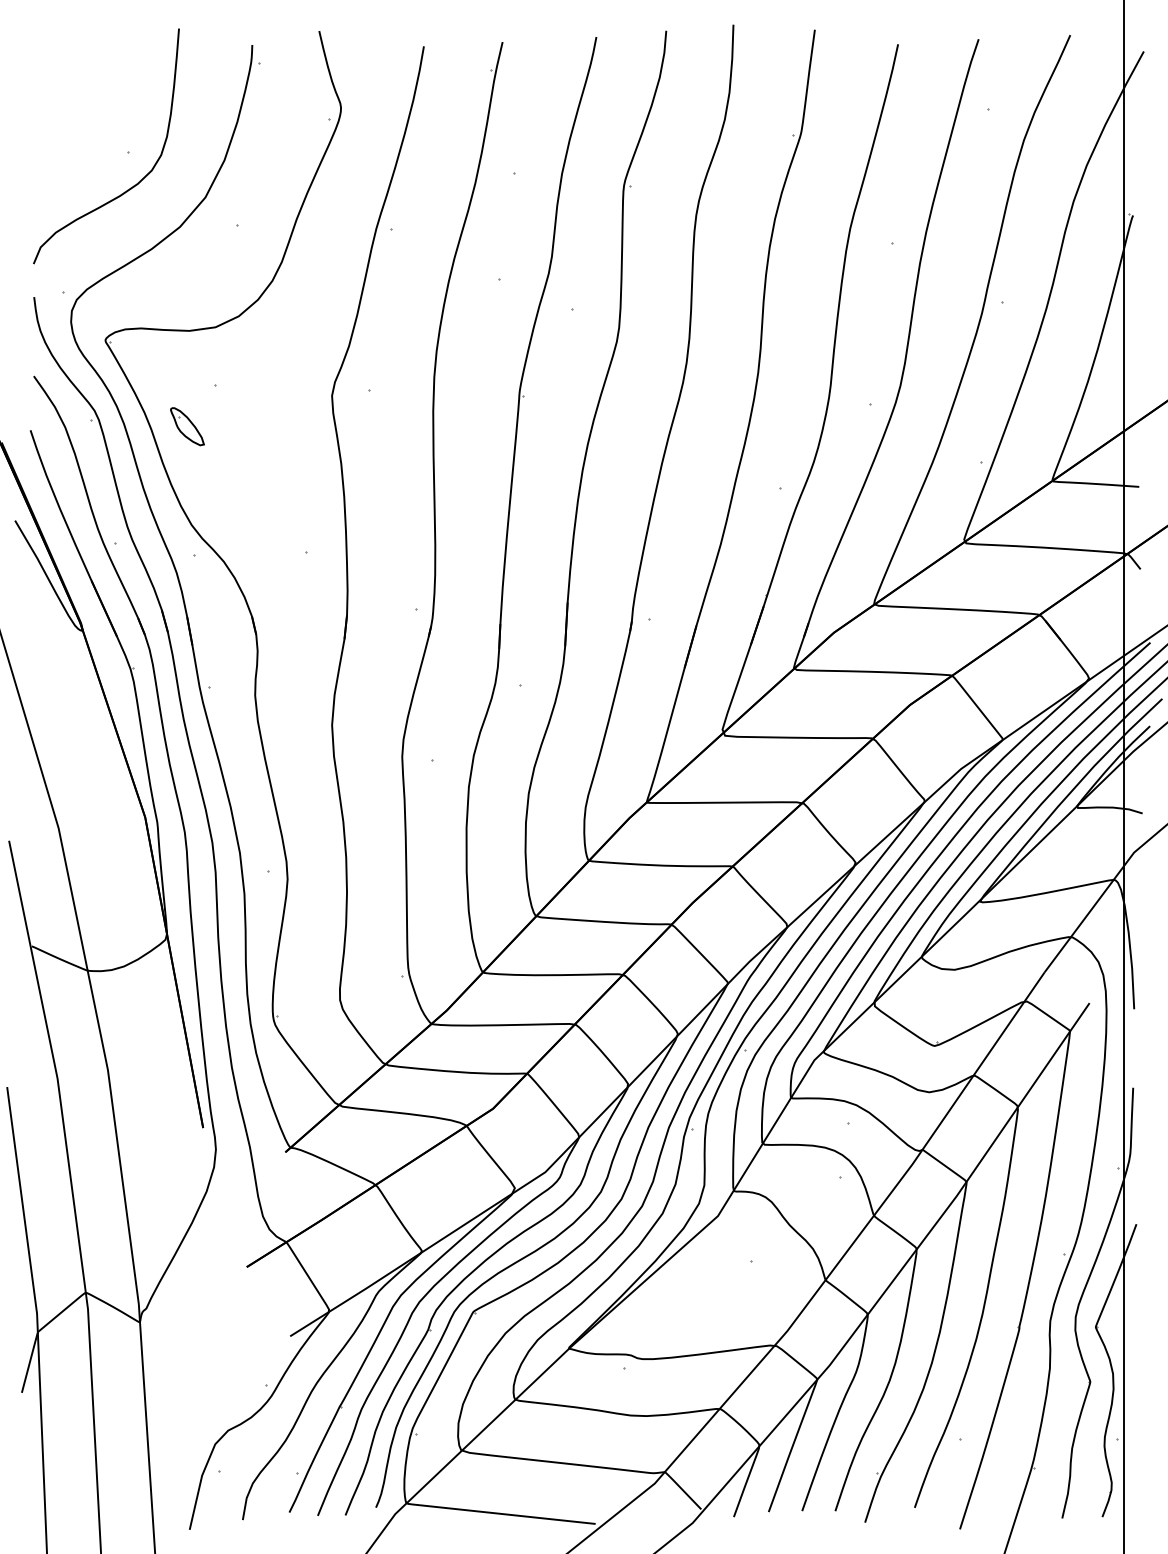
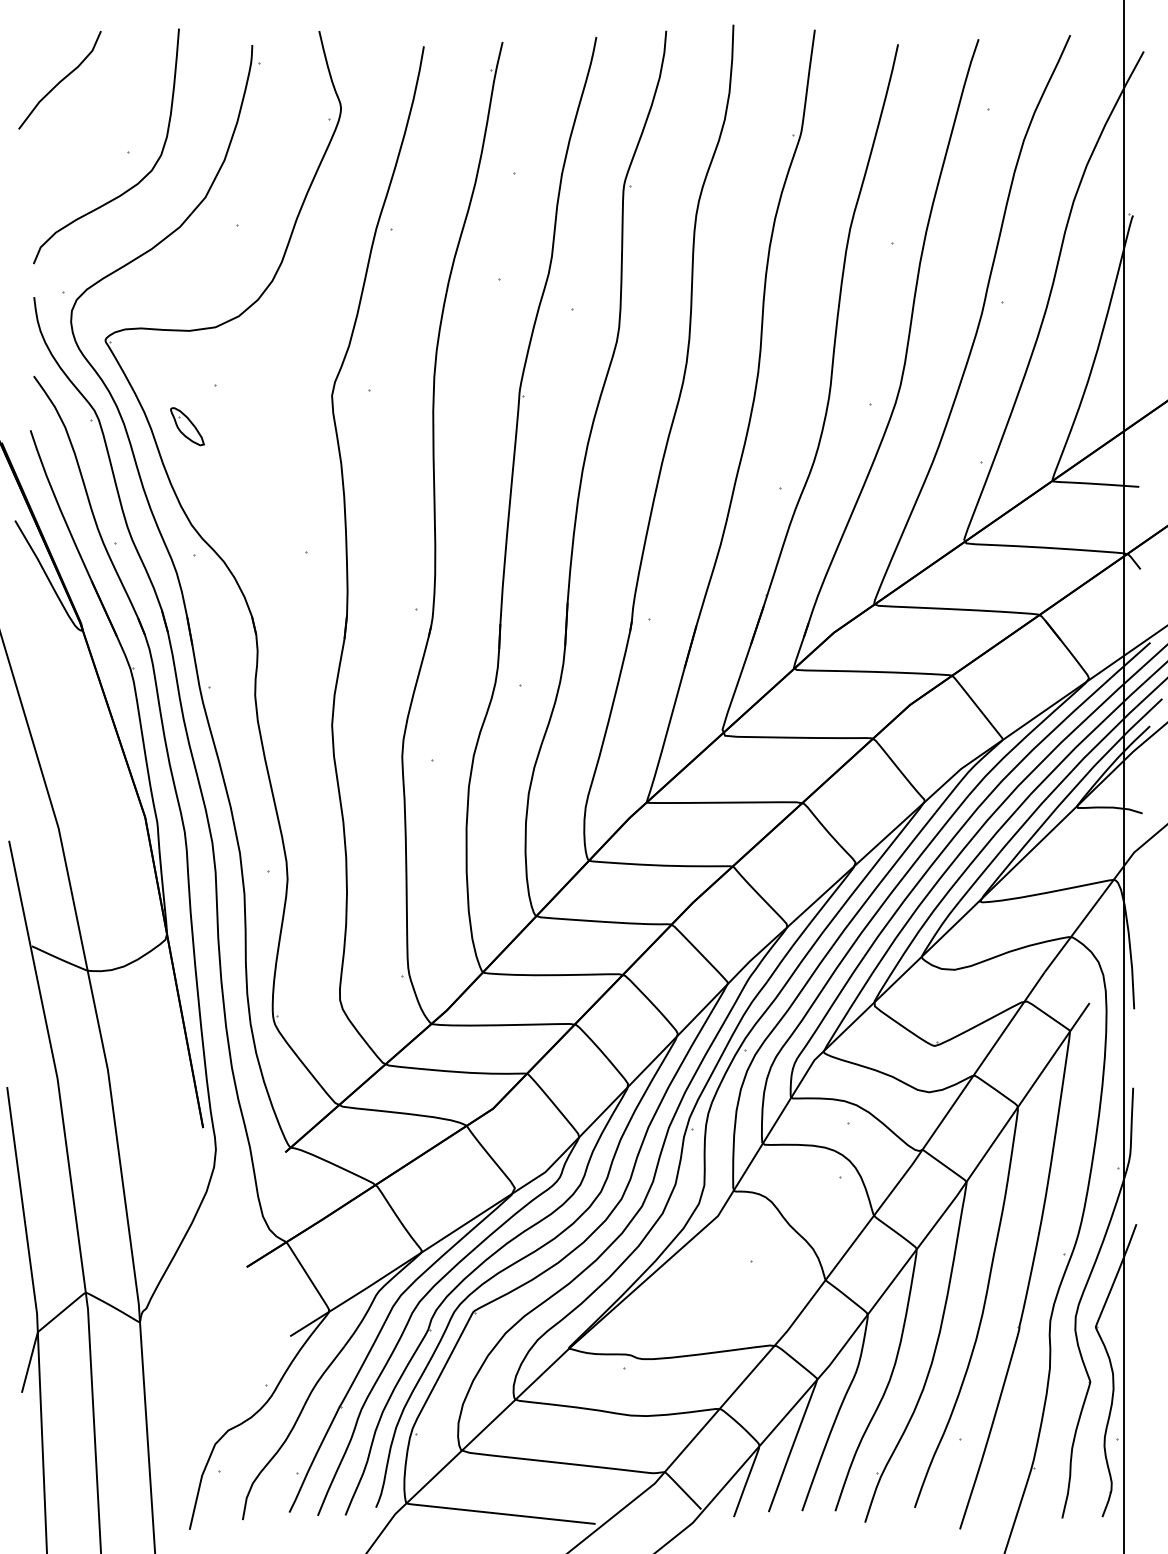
curve at (60, 80): none -> present
